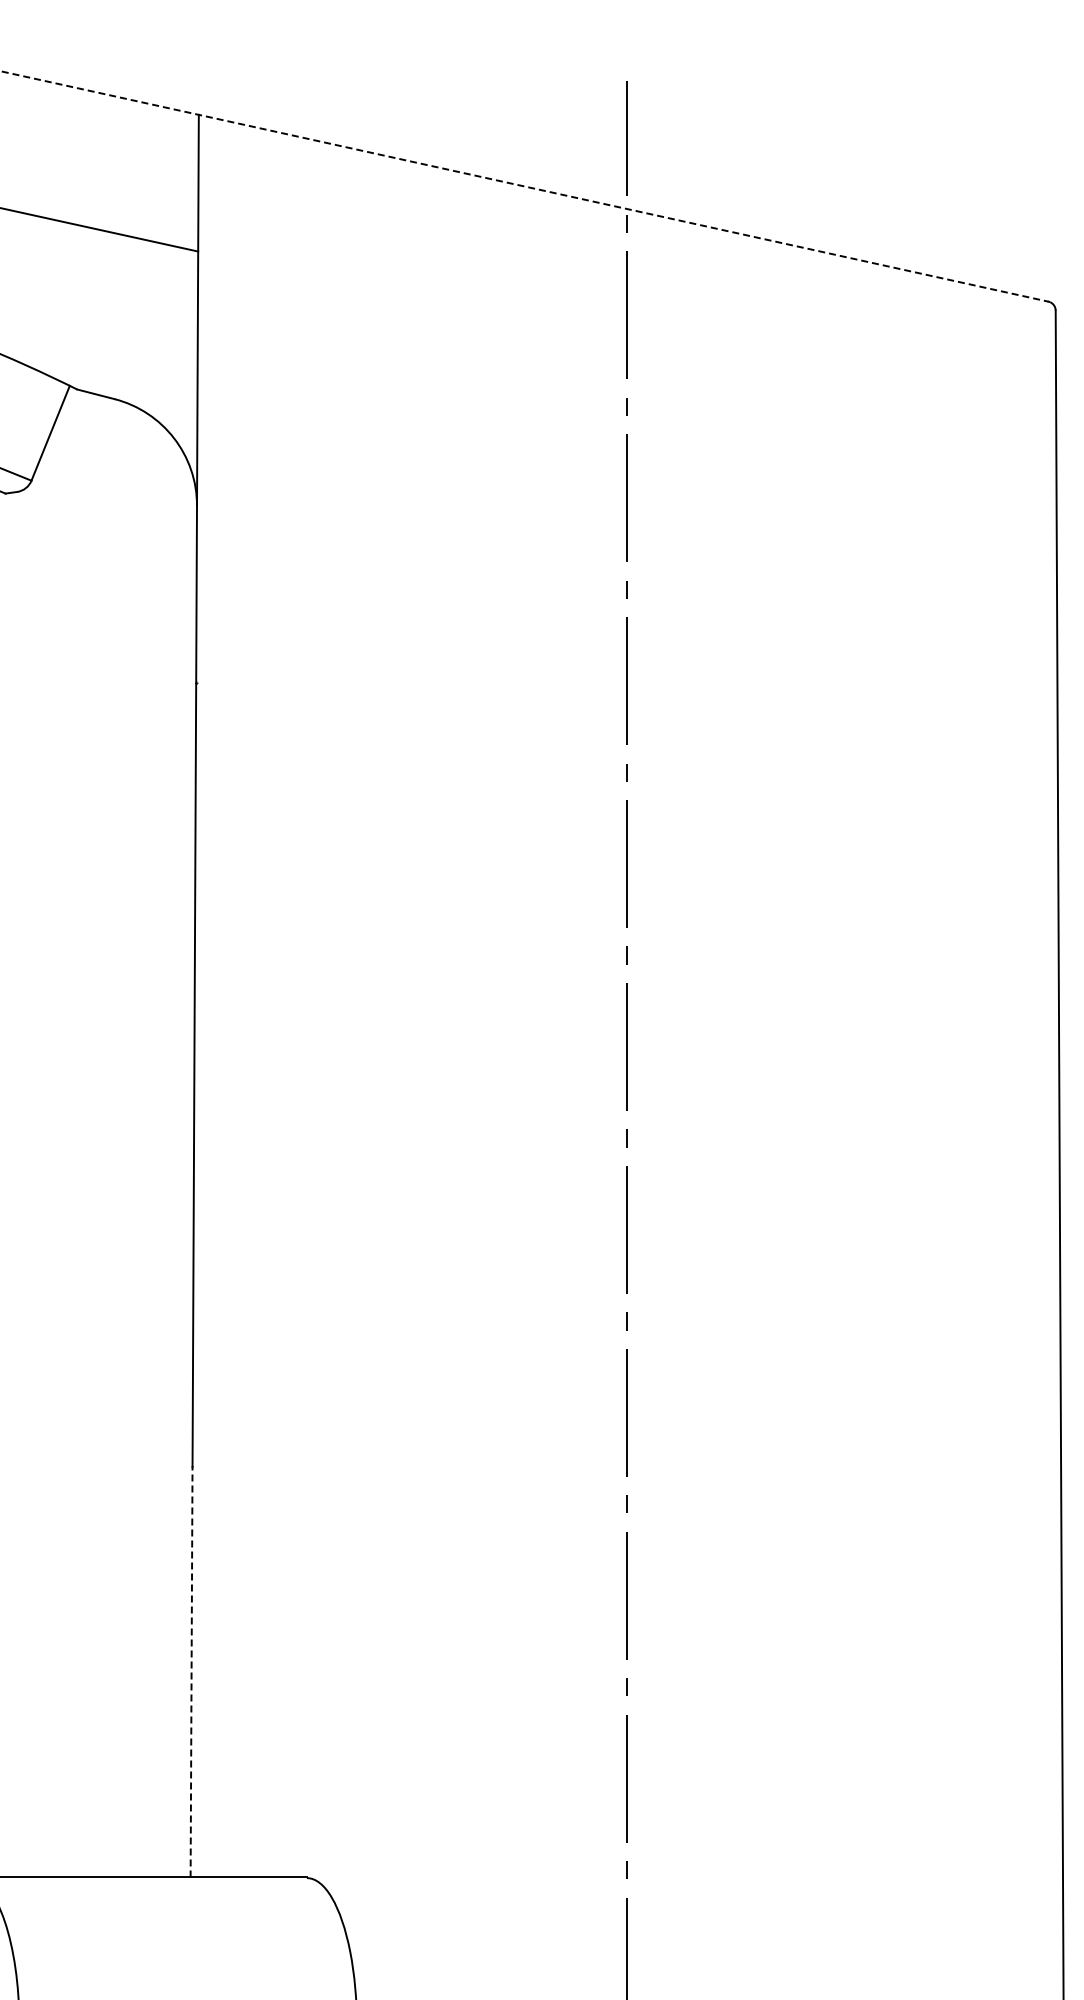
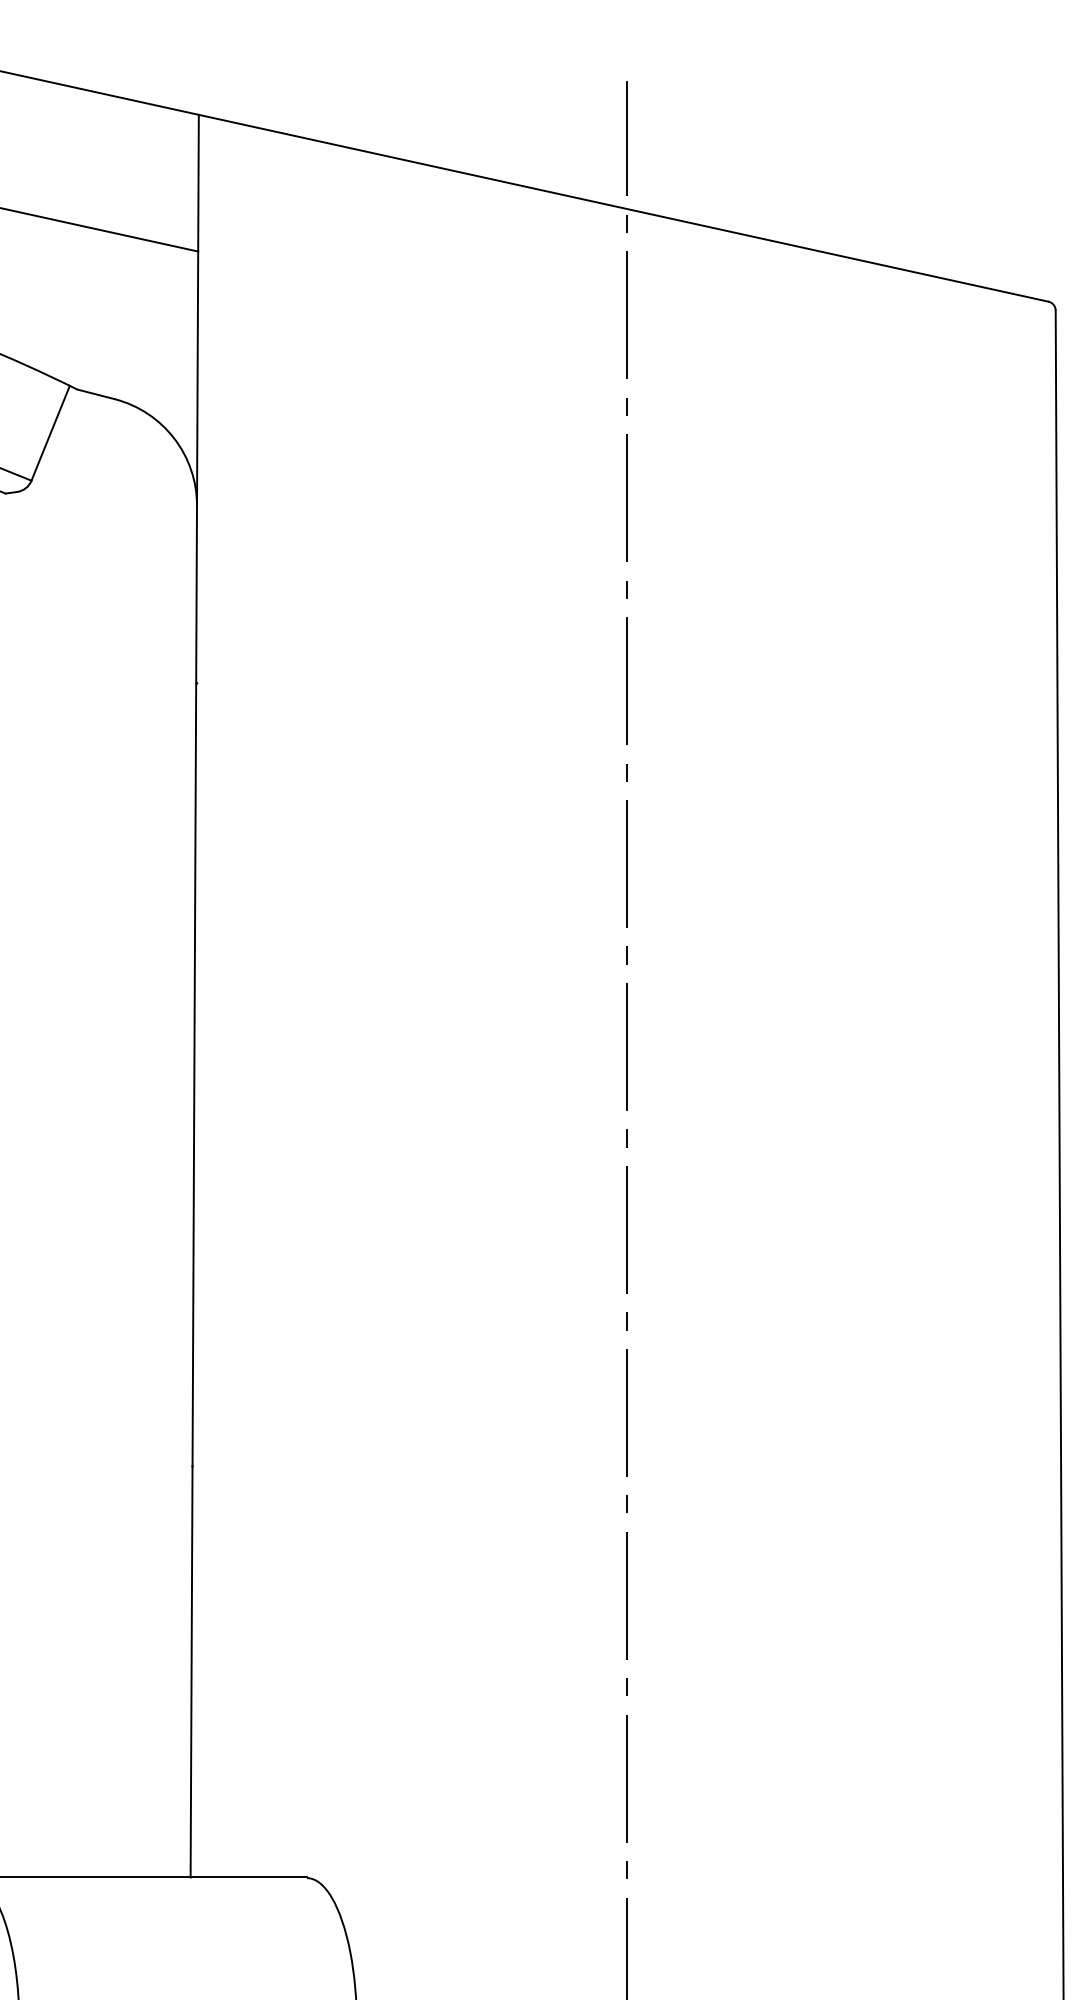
line at (525, 186): dashed -> solid
line at (191, 1671): dashed -> solid
